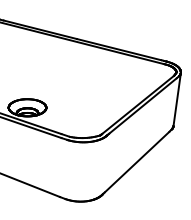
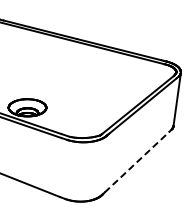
line at (137, 161): solid -> dashed
